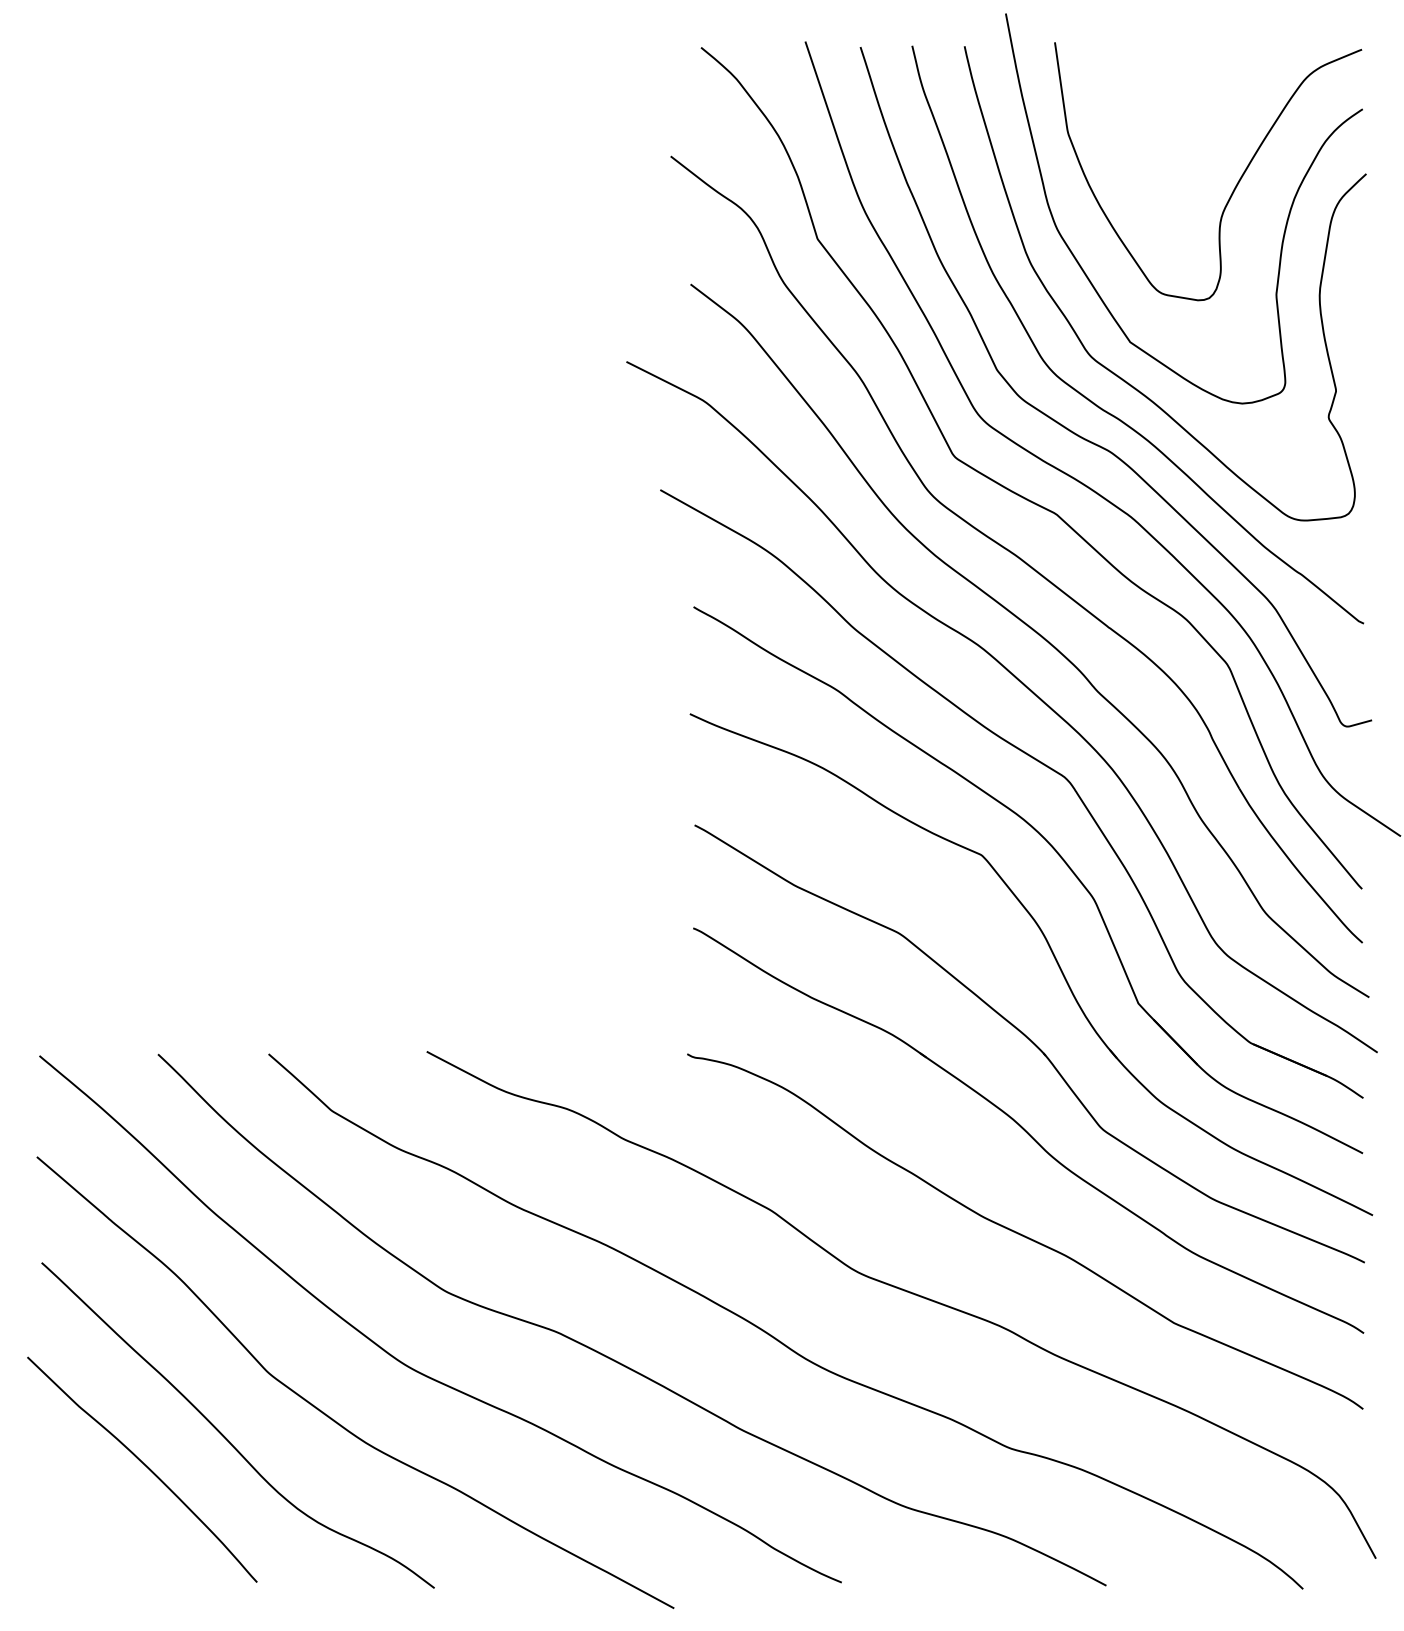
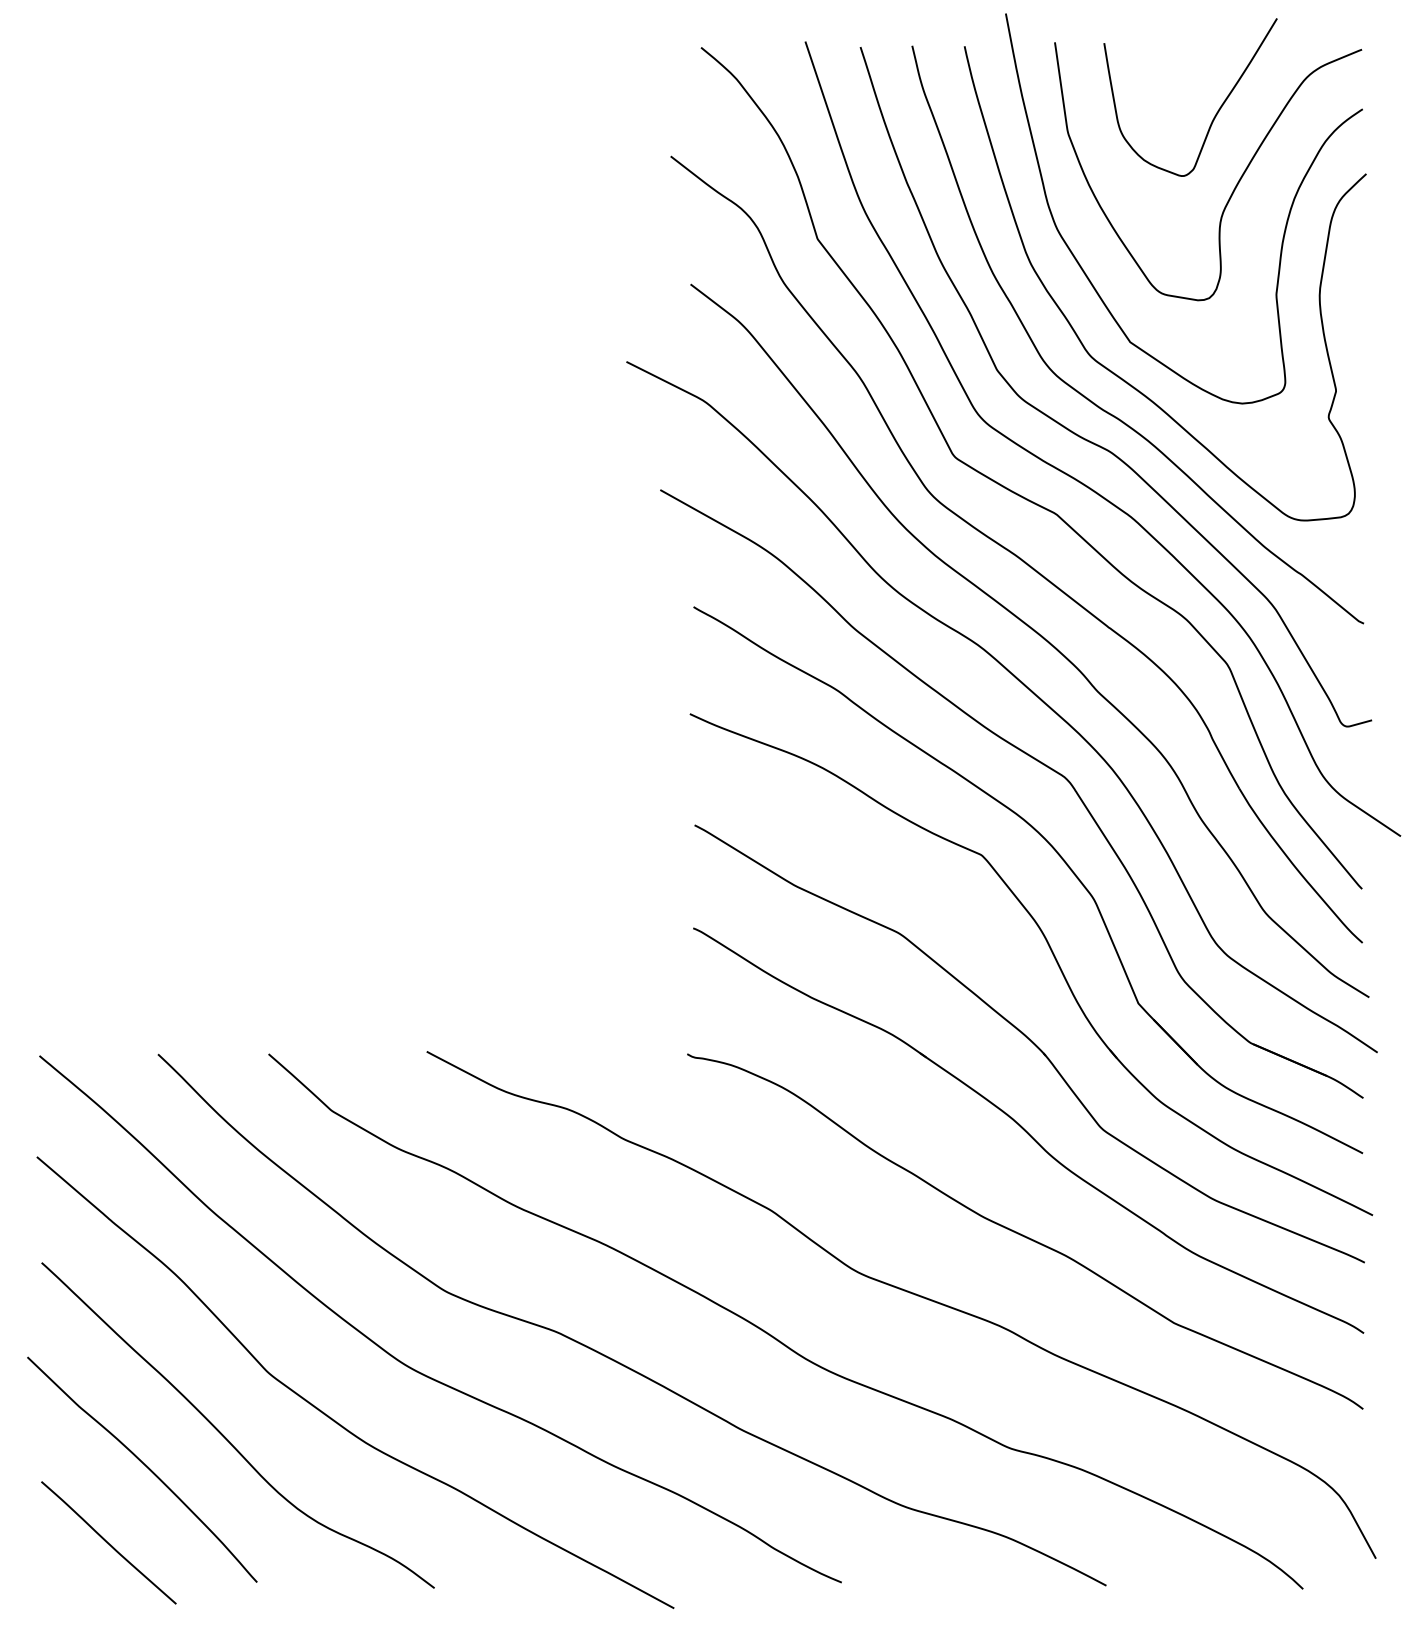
curve at (1217, 110): none -> present
curve at (108, 1542): none -> present
